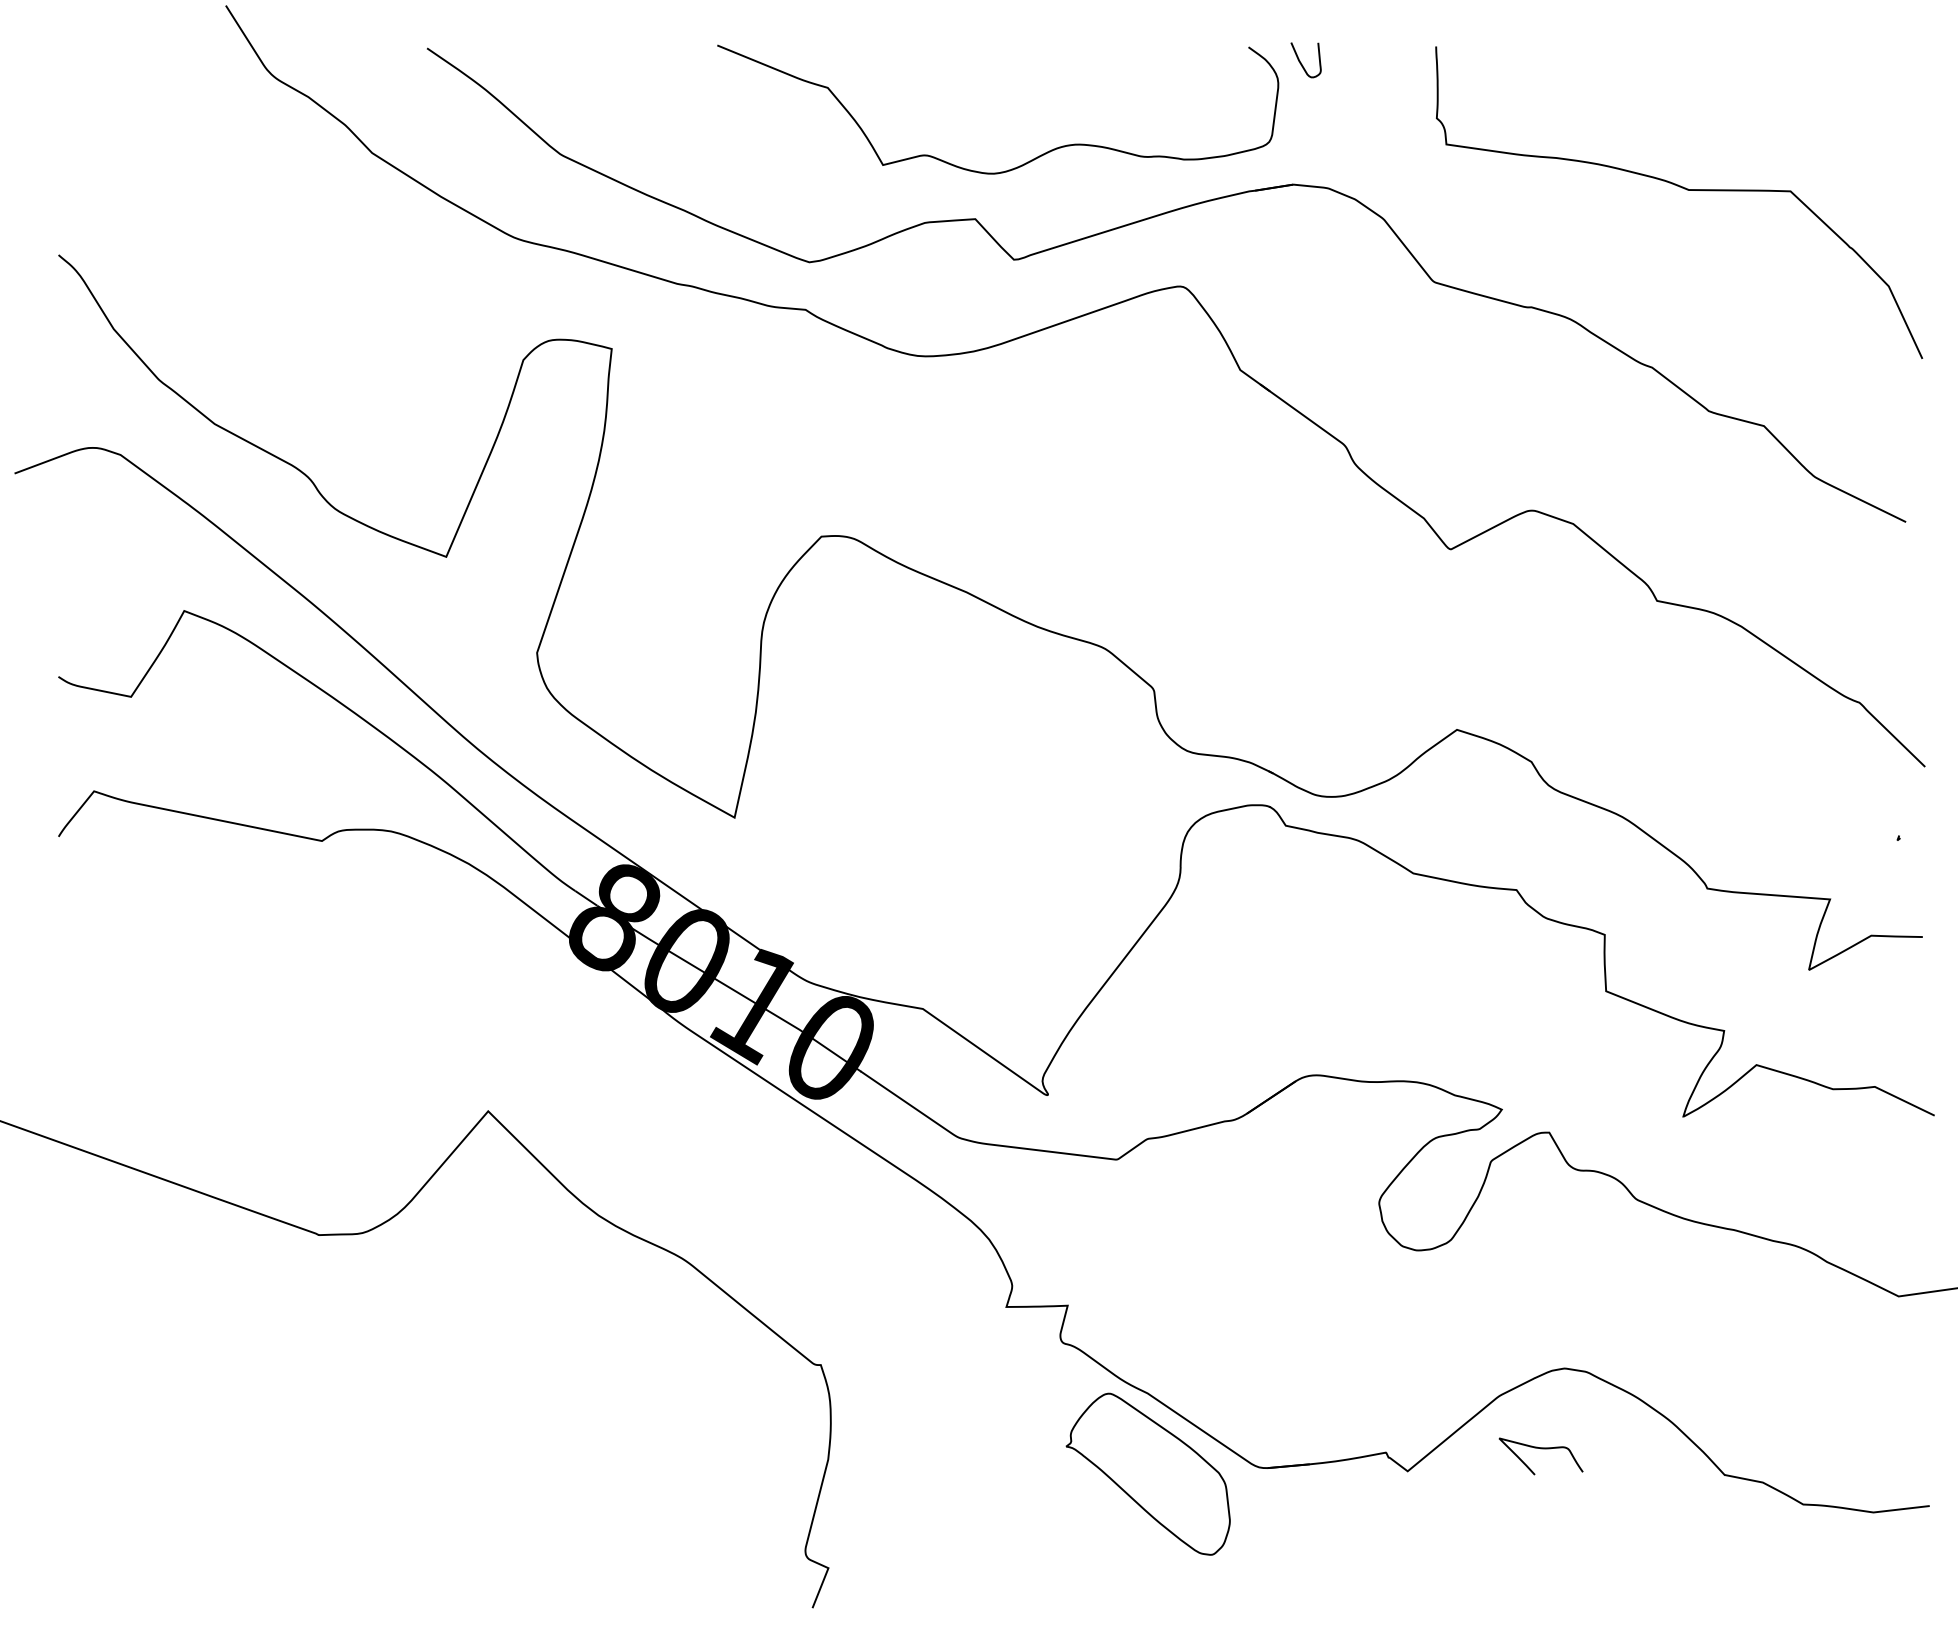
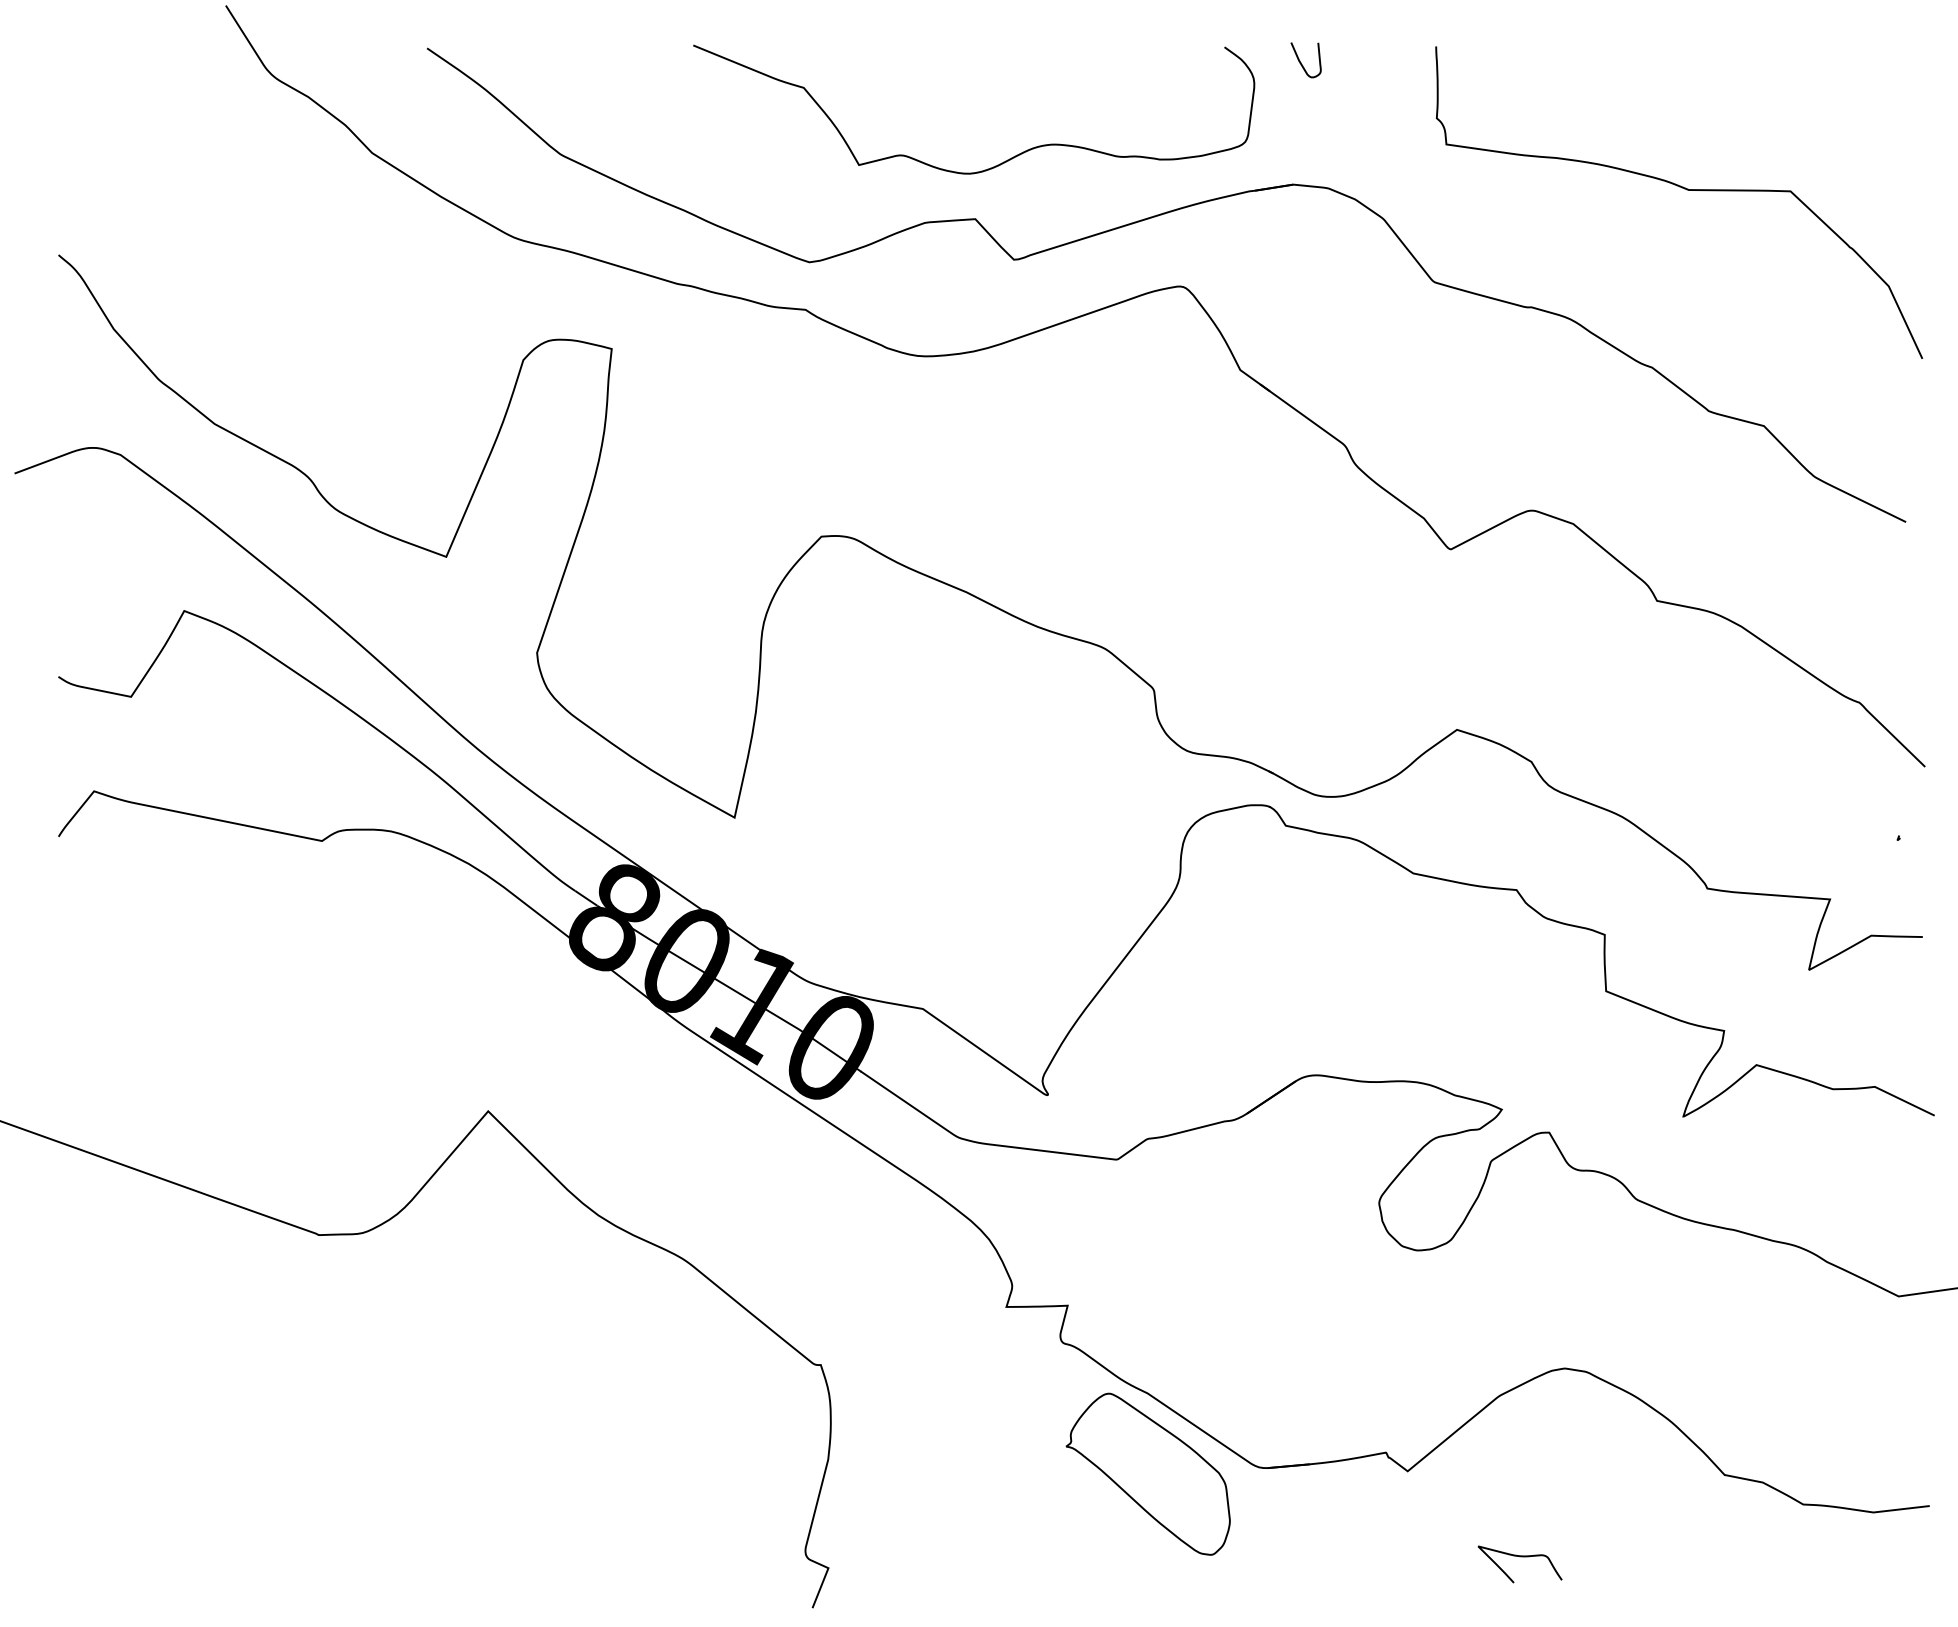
curve at (1025, 162) position: (1025, 162) -> (1001, 162)
curve at (1540, 1449) position: (1540, 1449) -> (1519, 1557)
